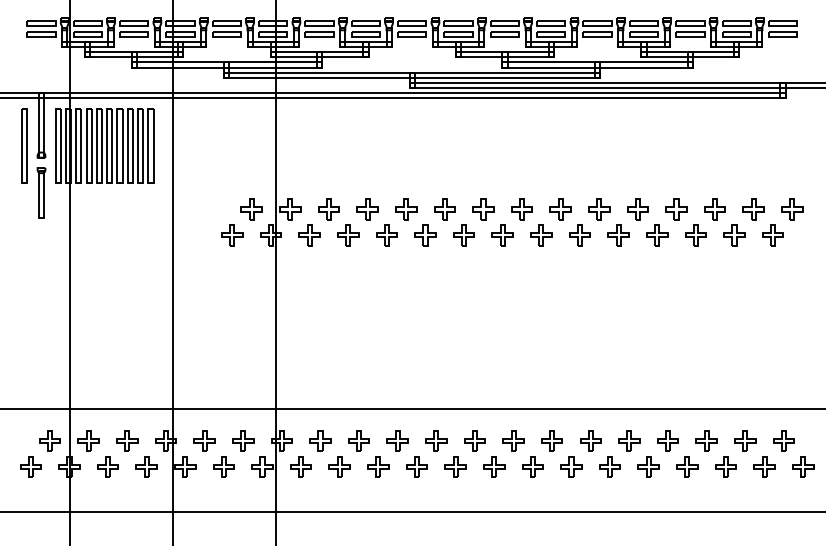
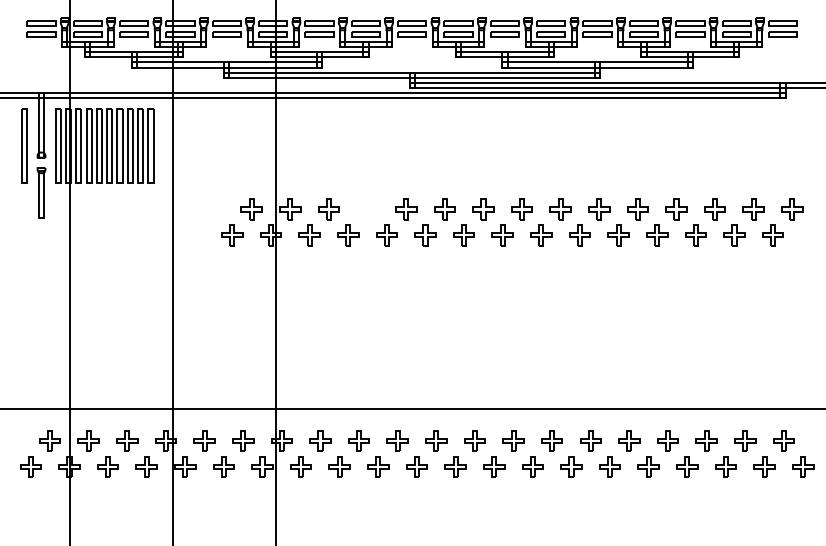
part at (367, 209): present -> none
line at (412, 512): present -> none
